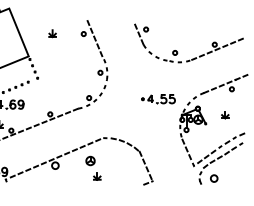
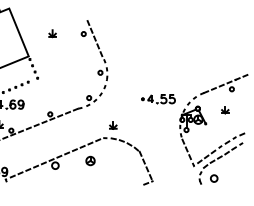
part at (178, 52): present -> none
part at (225, 115) position: (225, 115) -> (225, 110)
part at (97, 176) position: (97, 176) -> (113, 125)
